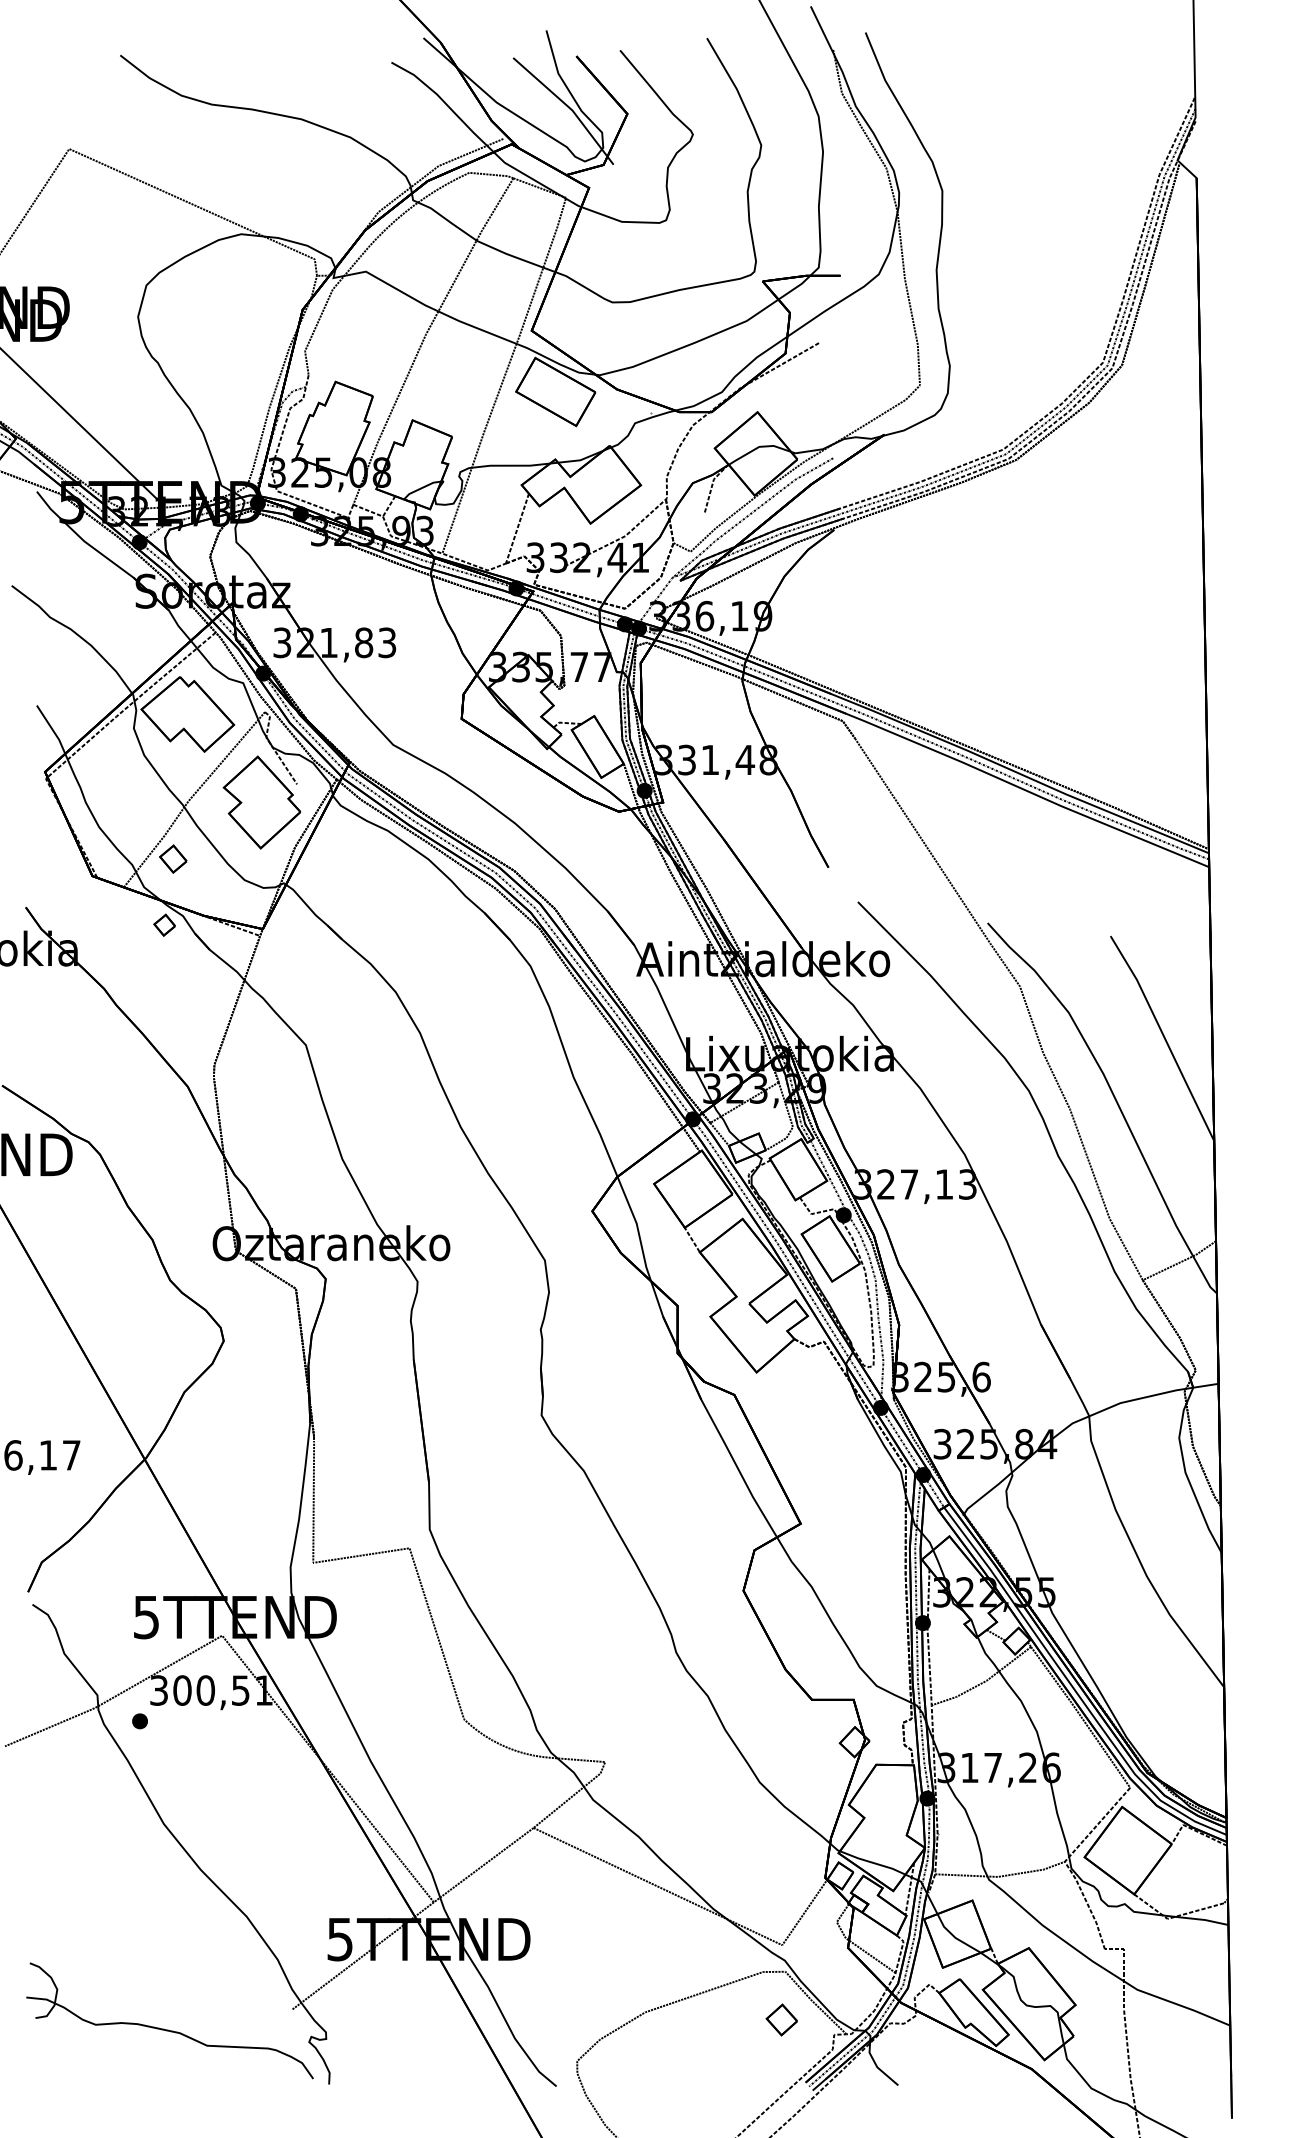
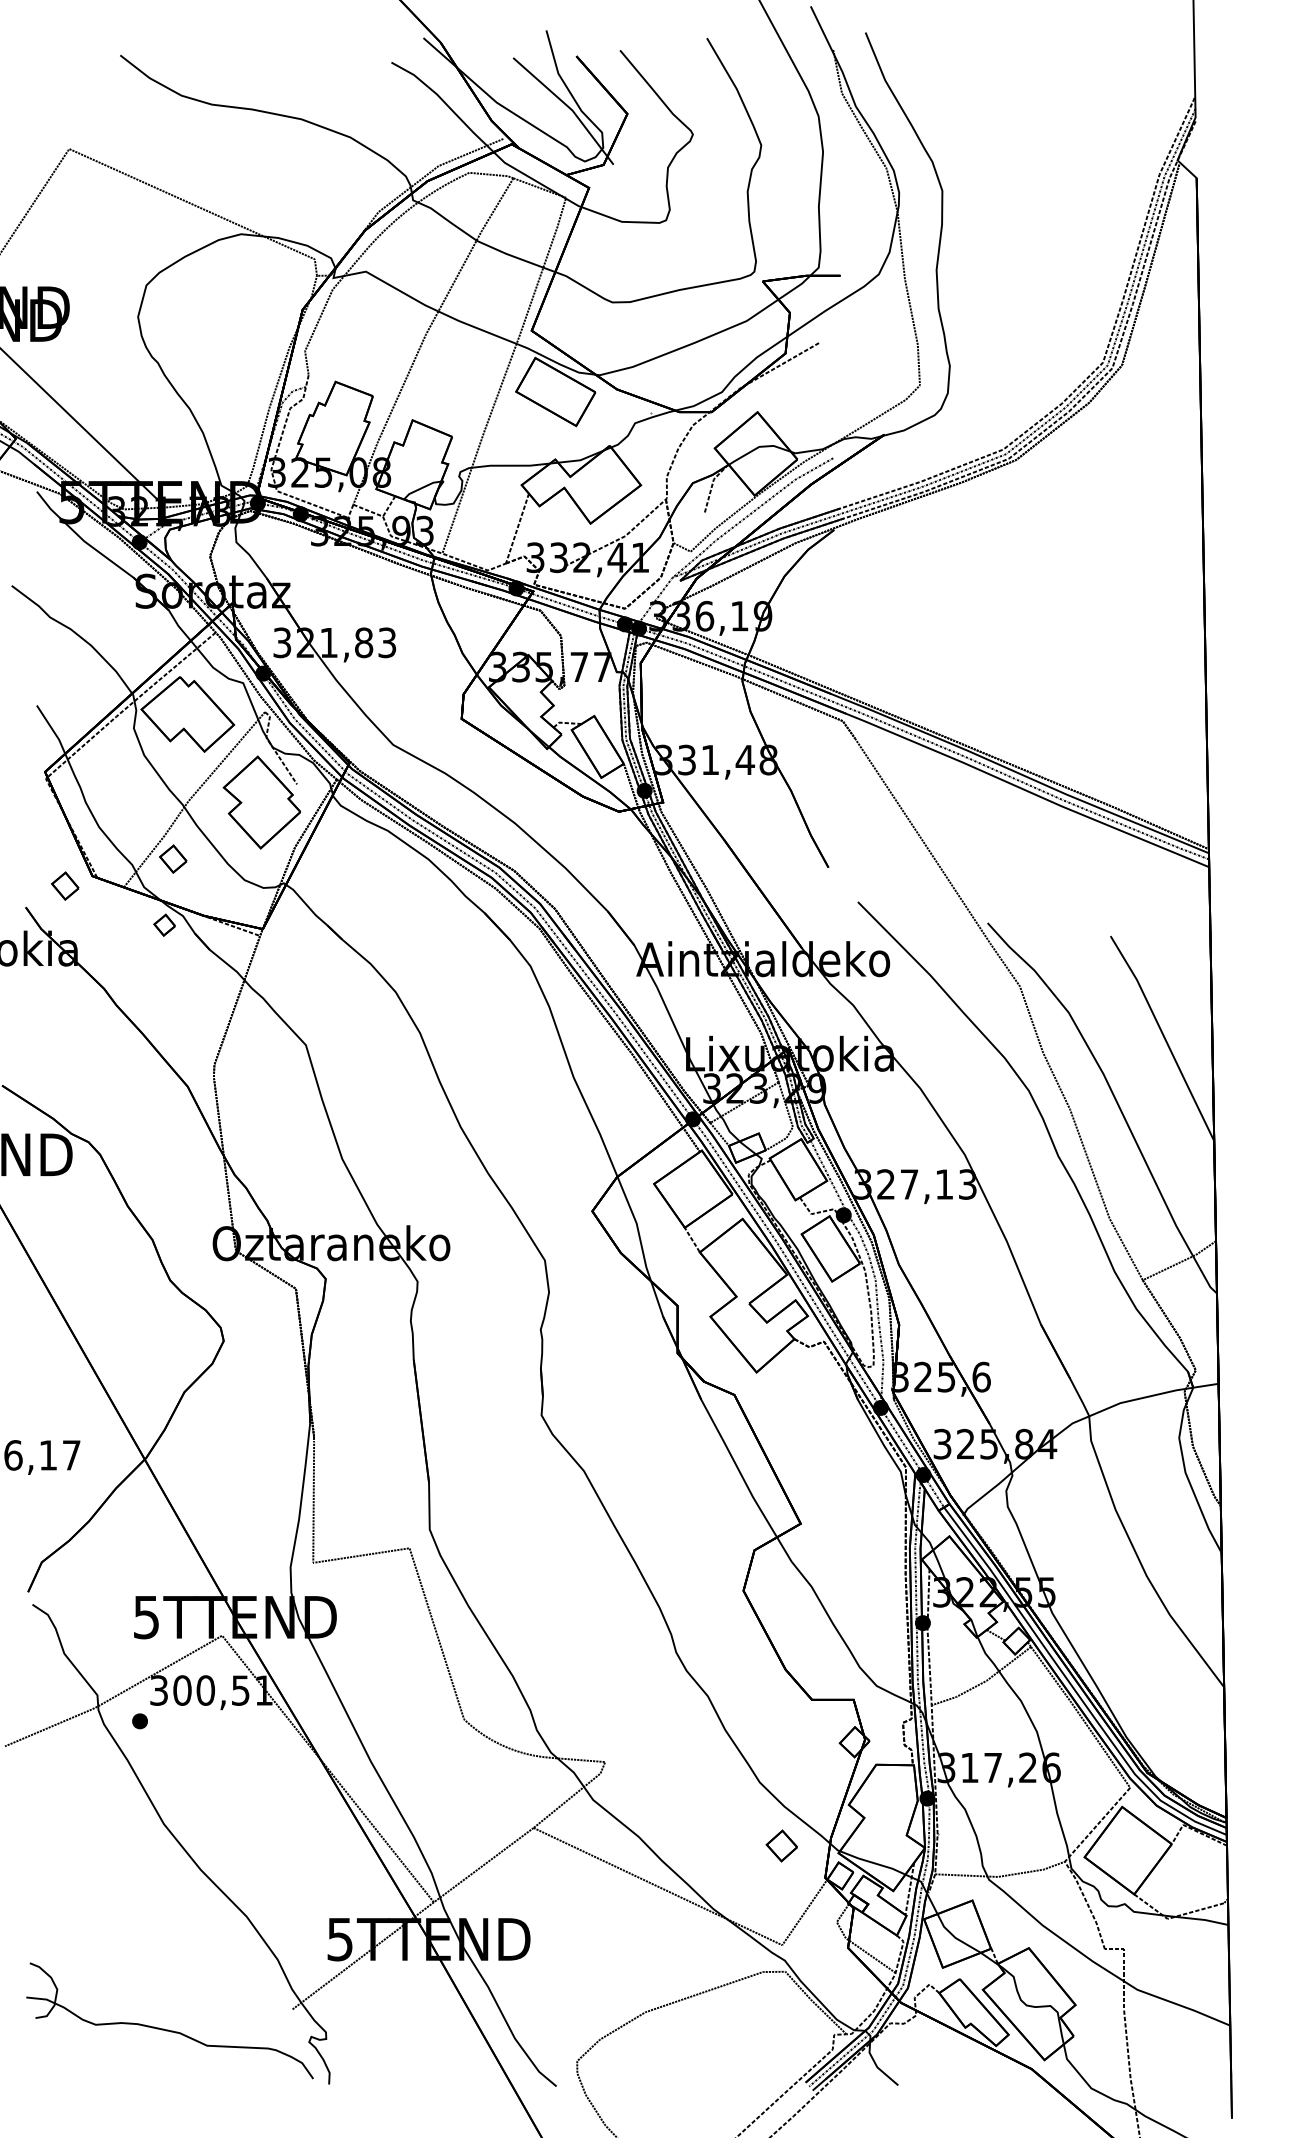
part at (65, 885): none -> present
part at (781, 2019) position: (781, 2019) -> (781, 1845)
